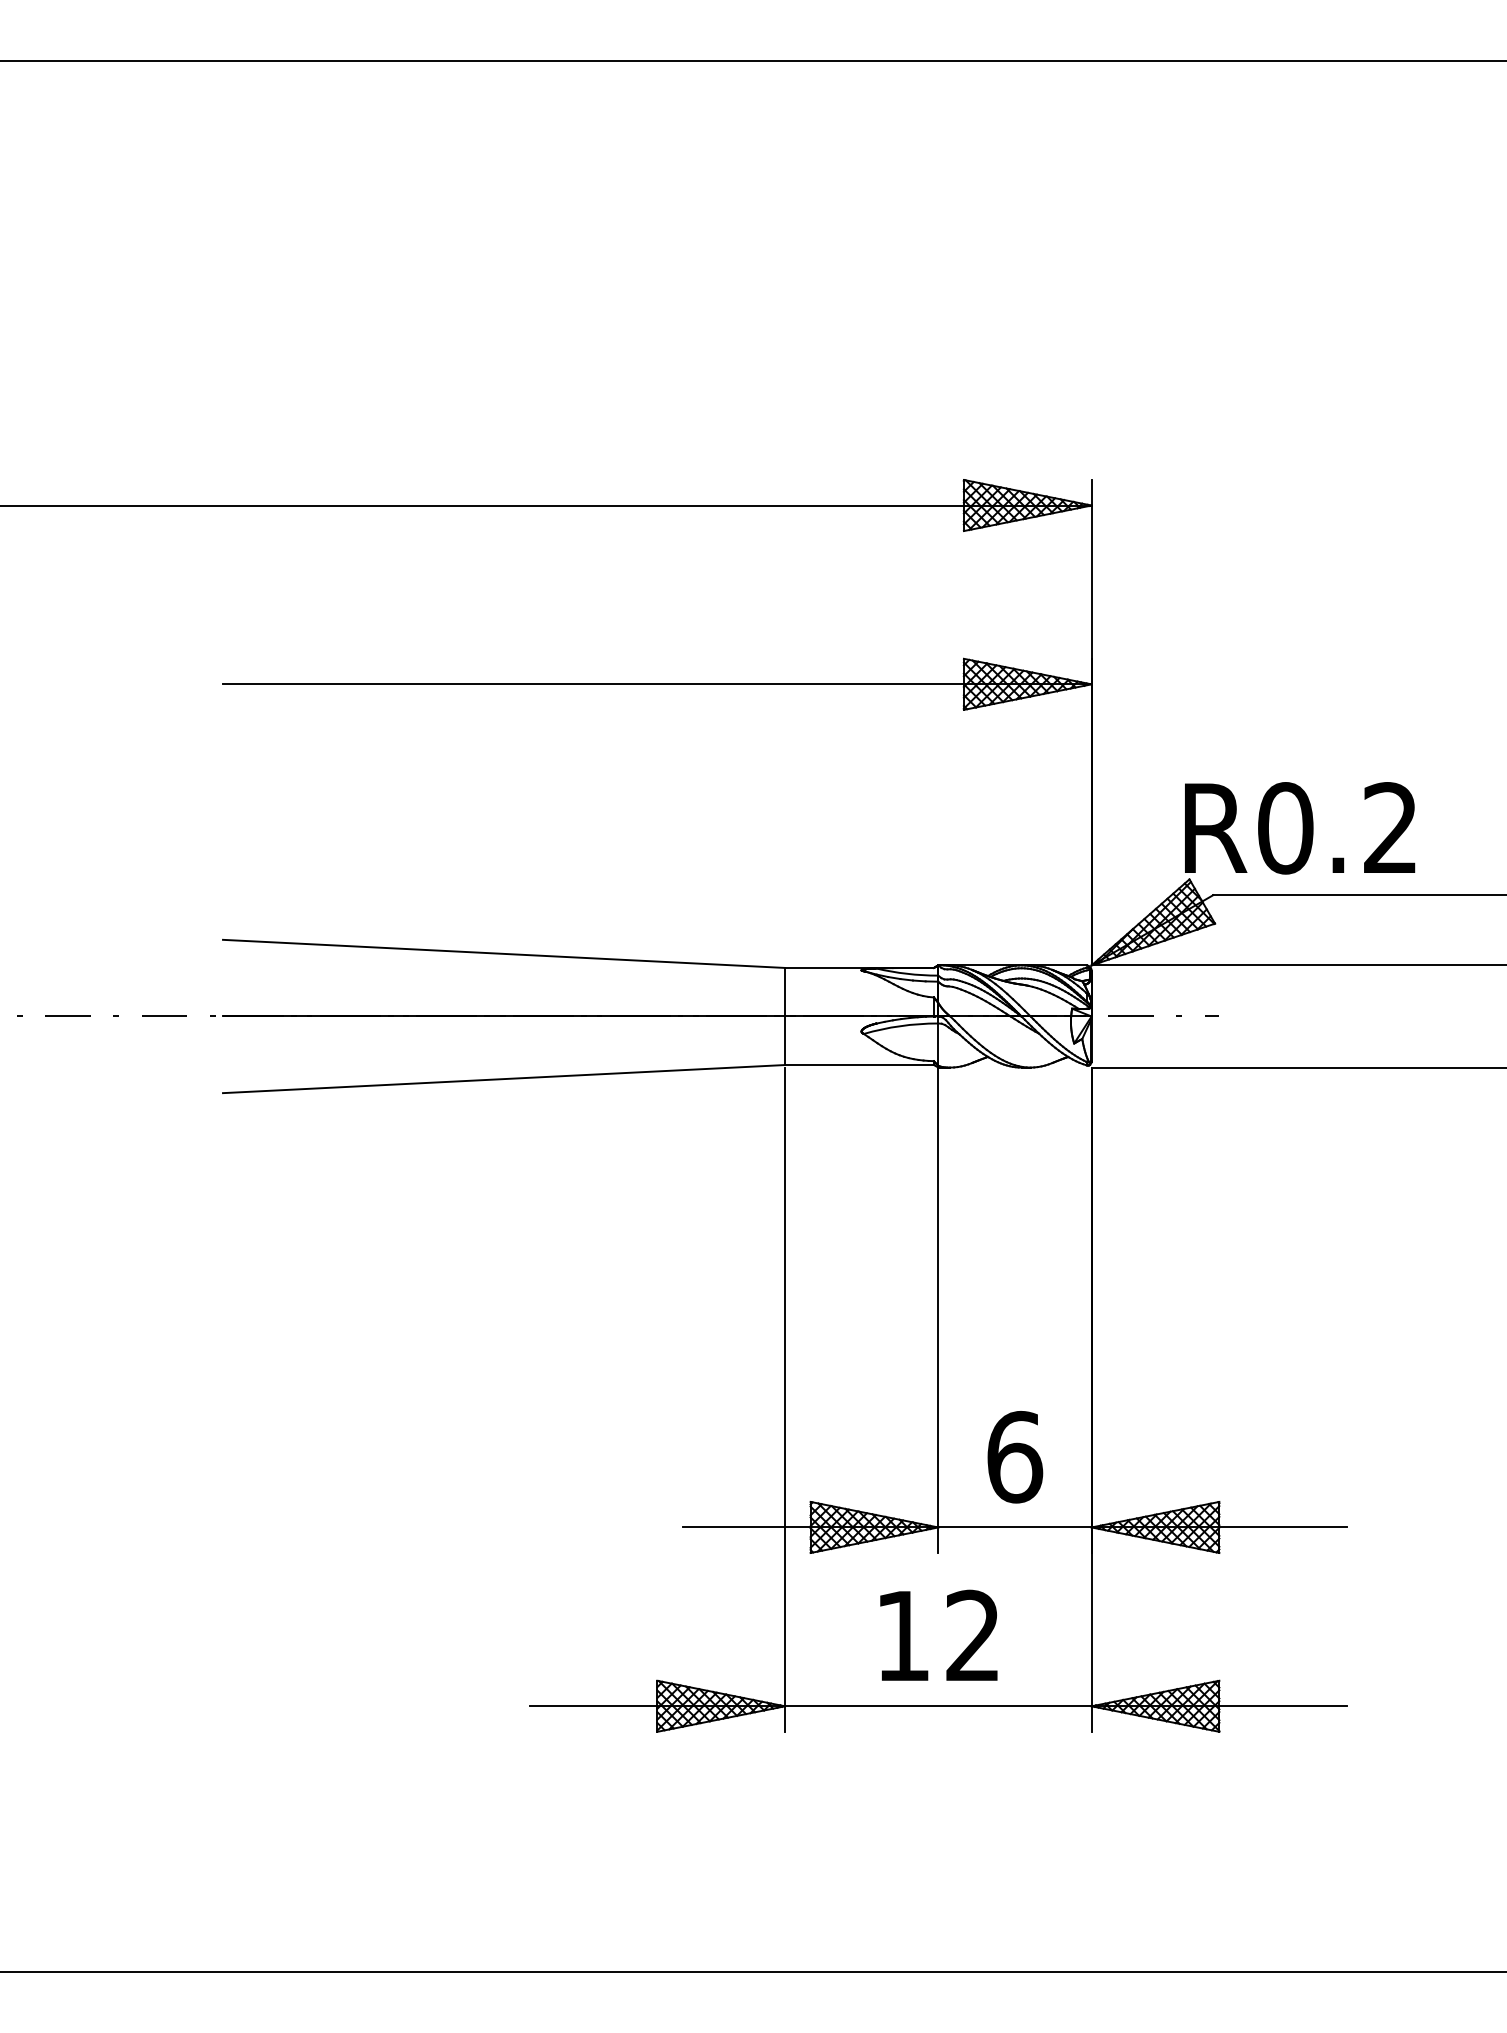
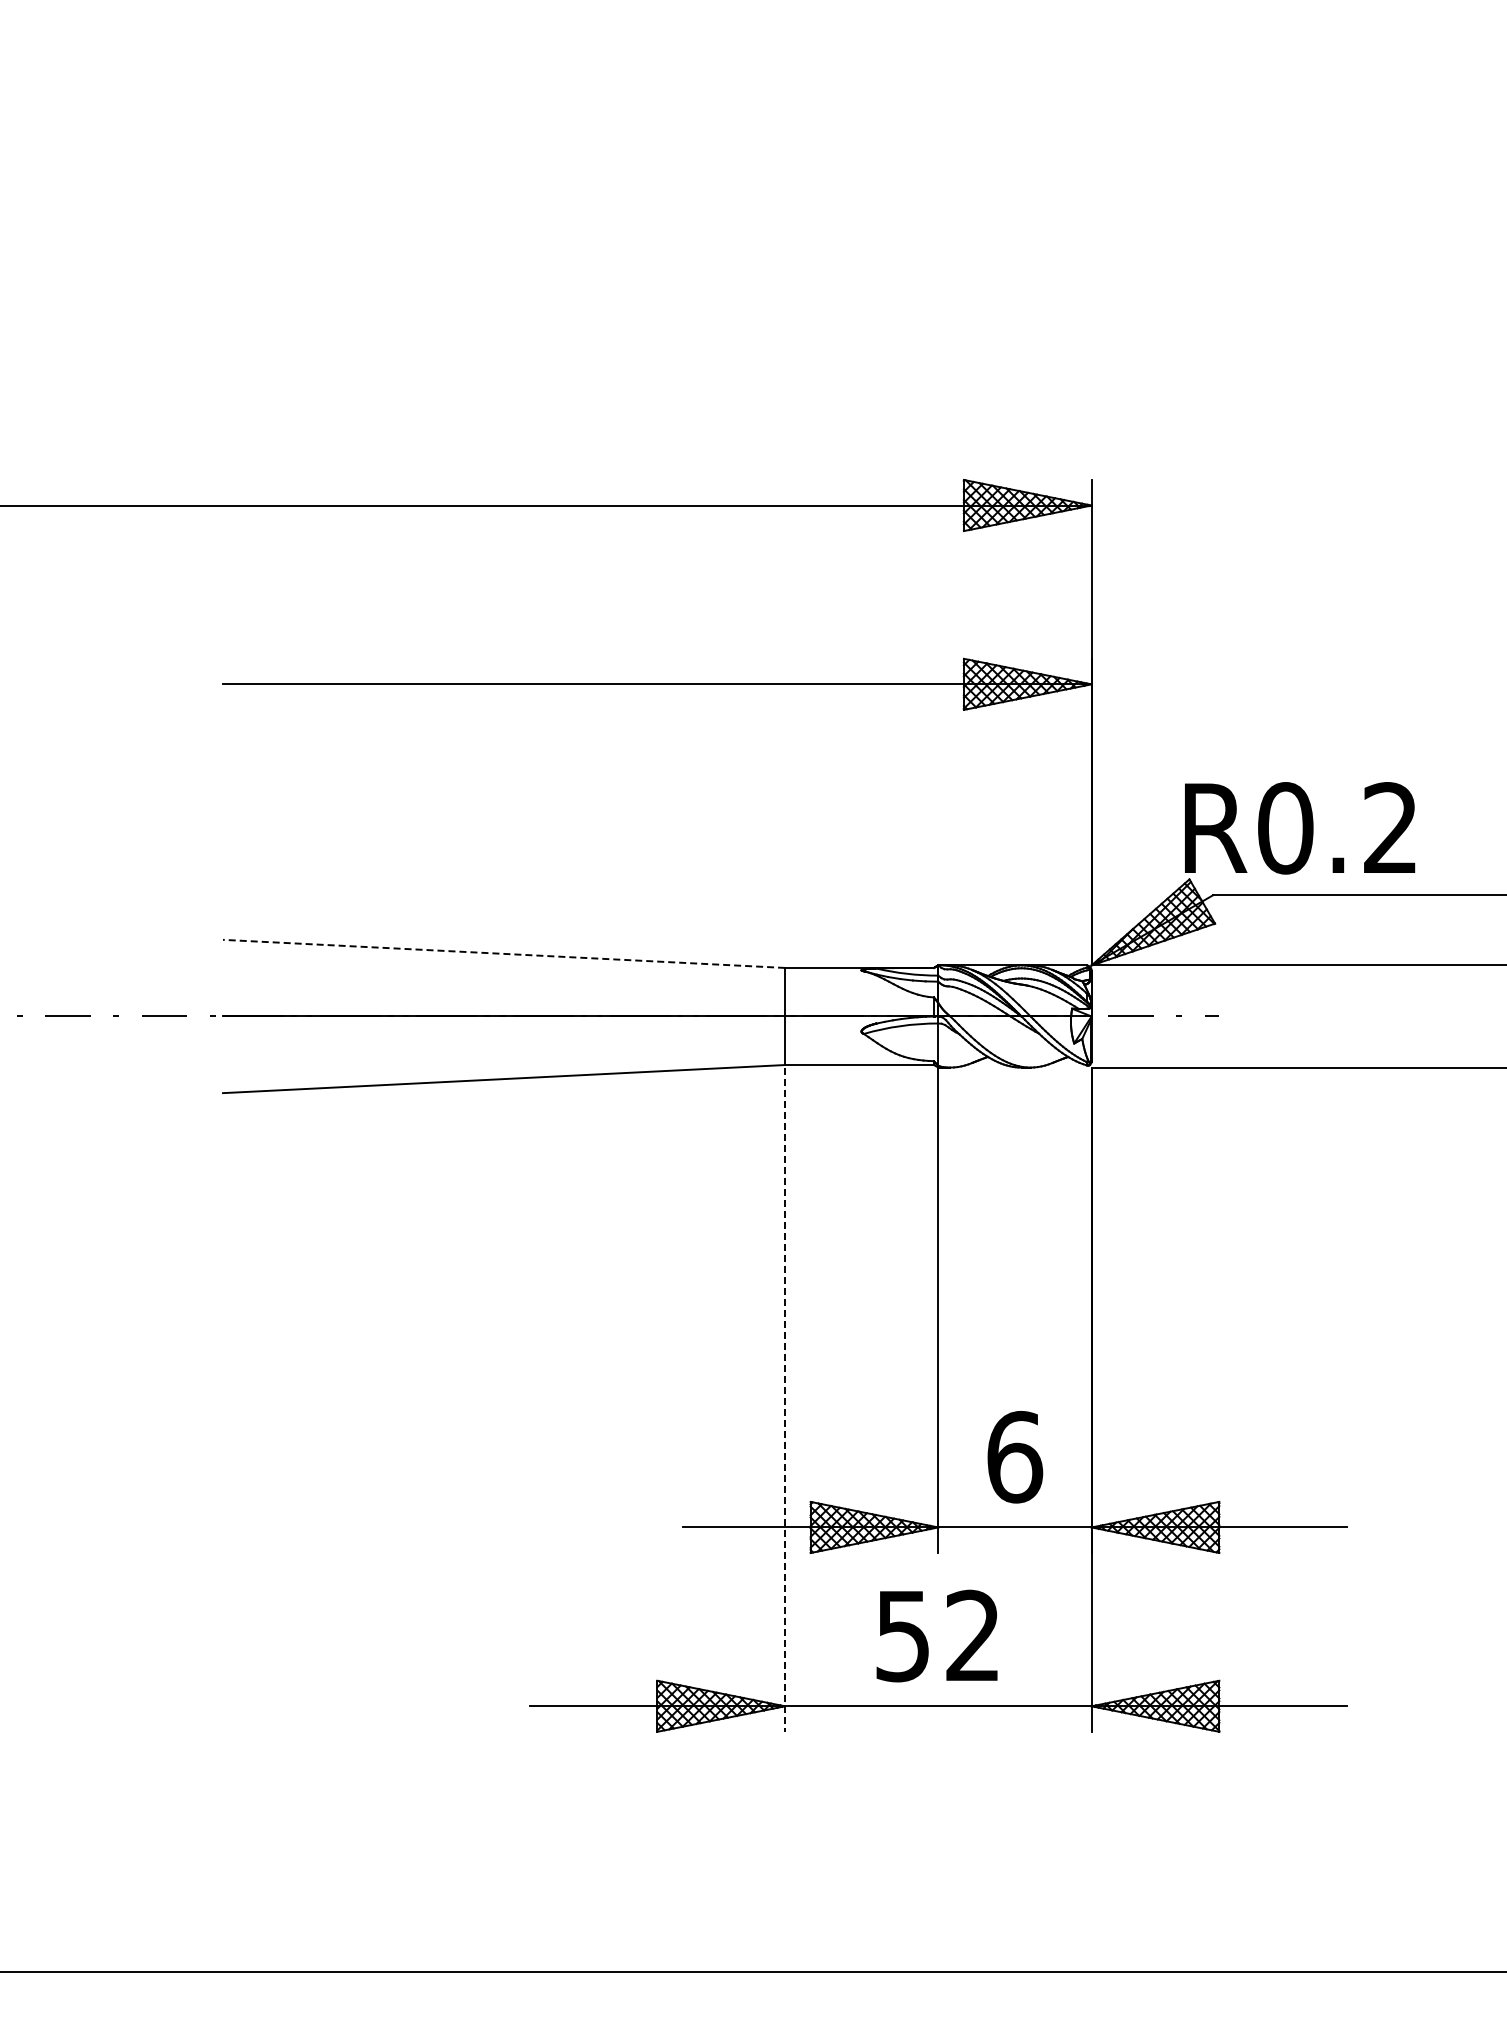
line at (752, 60): present -> none
line at (503, 953): solid -> dashed
line at (785, 1400): solid -> dashed
text at (902, 1636): 12 -> 52
